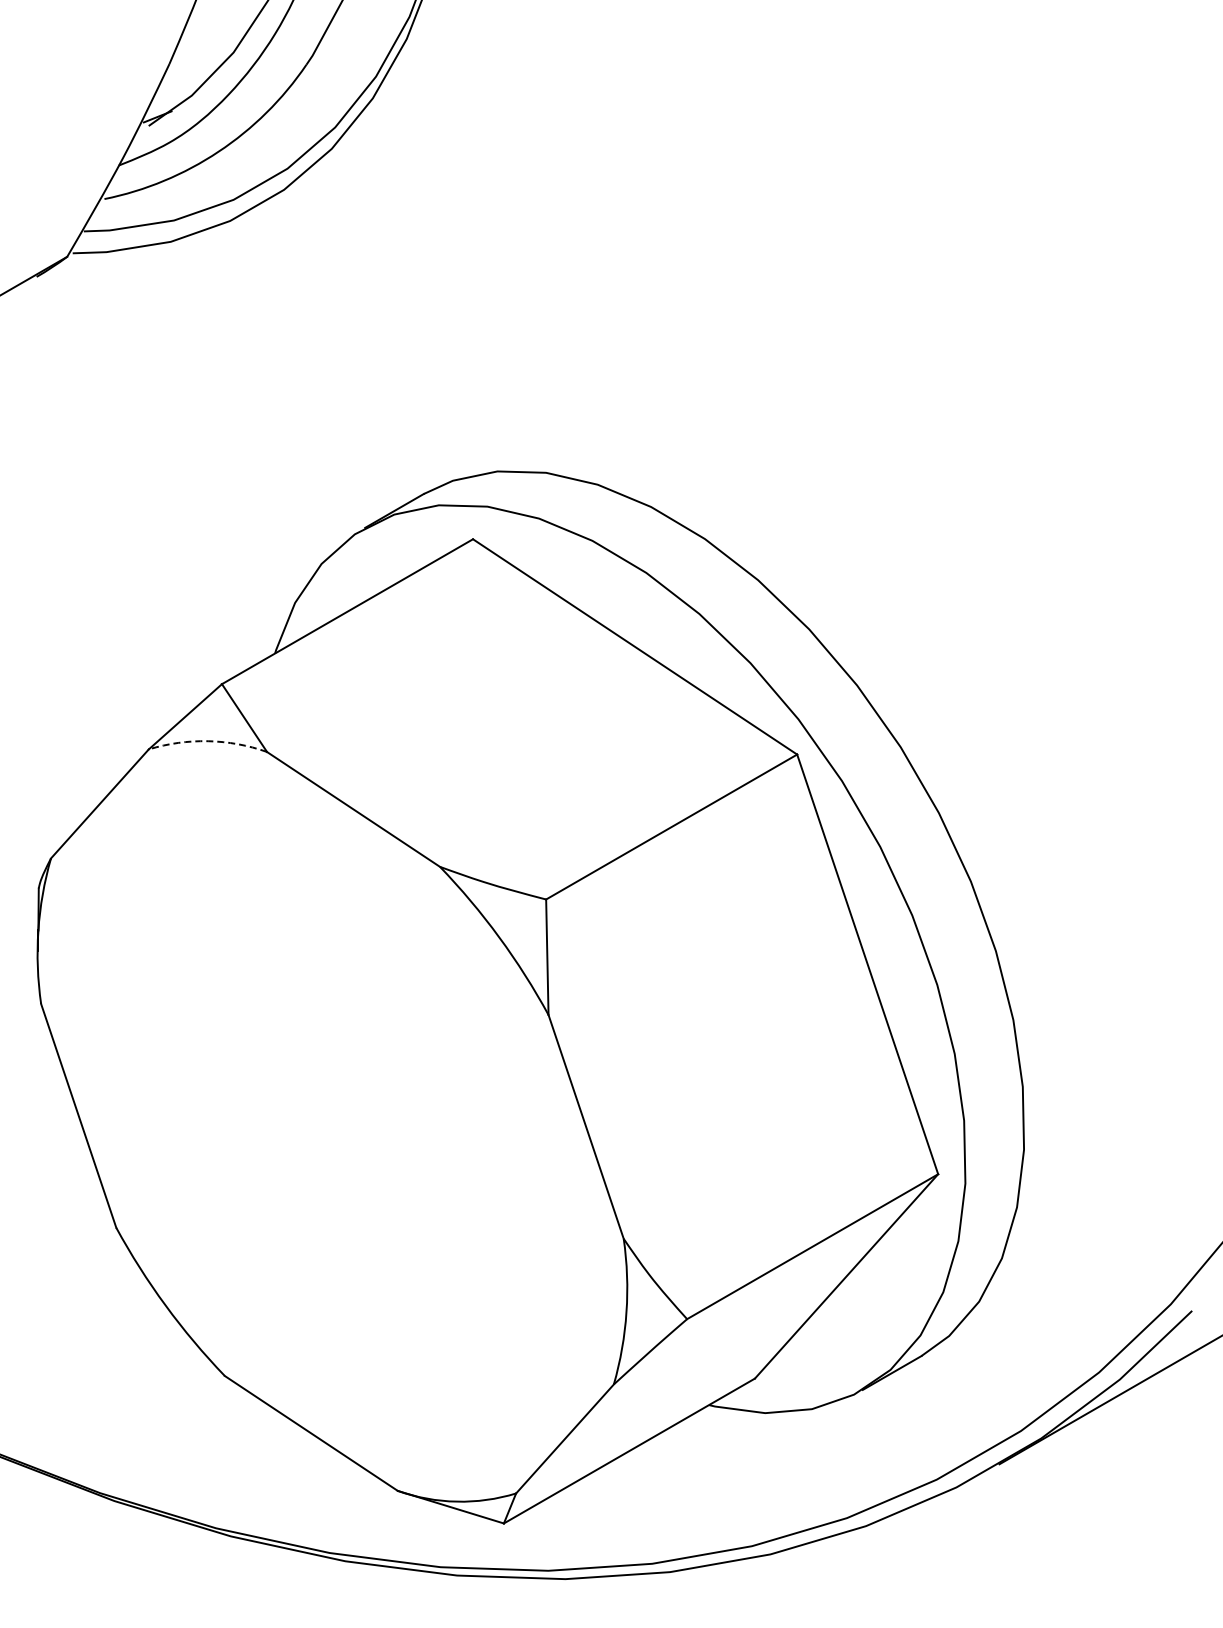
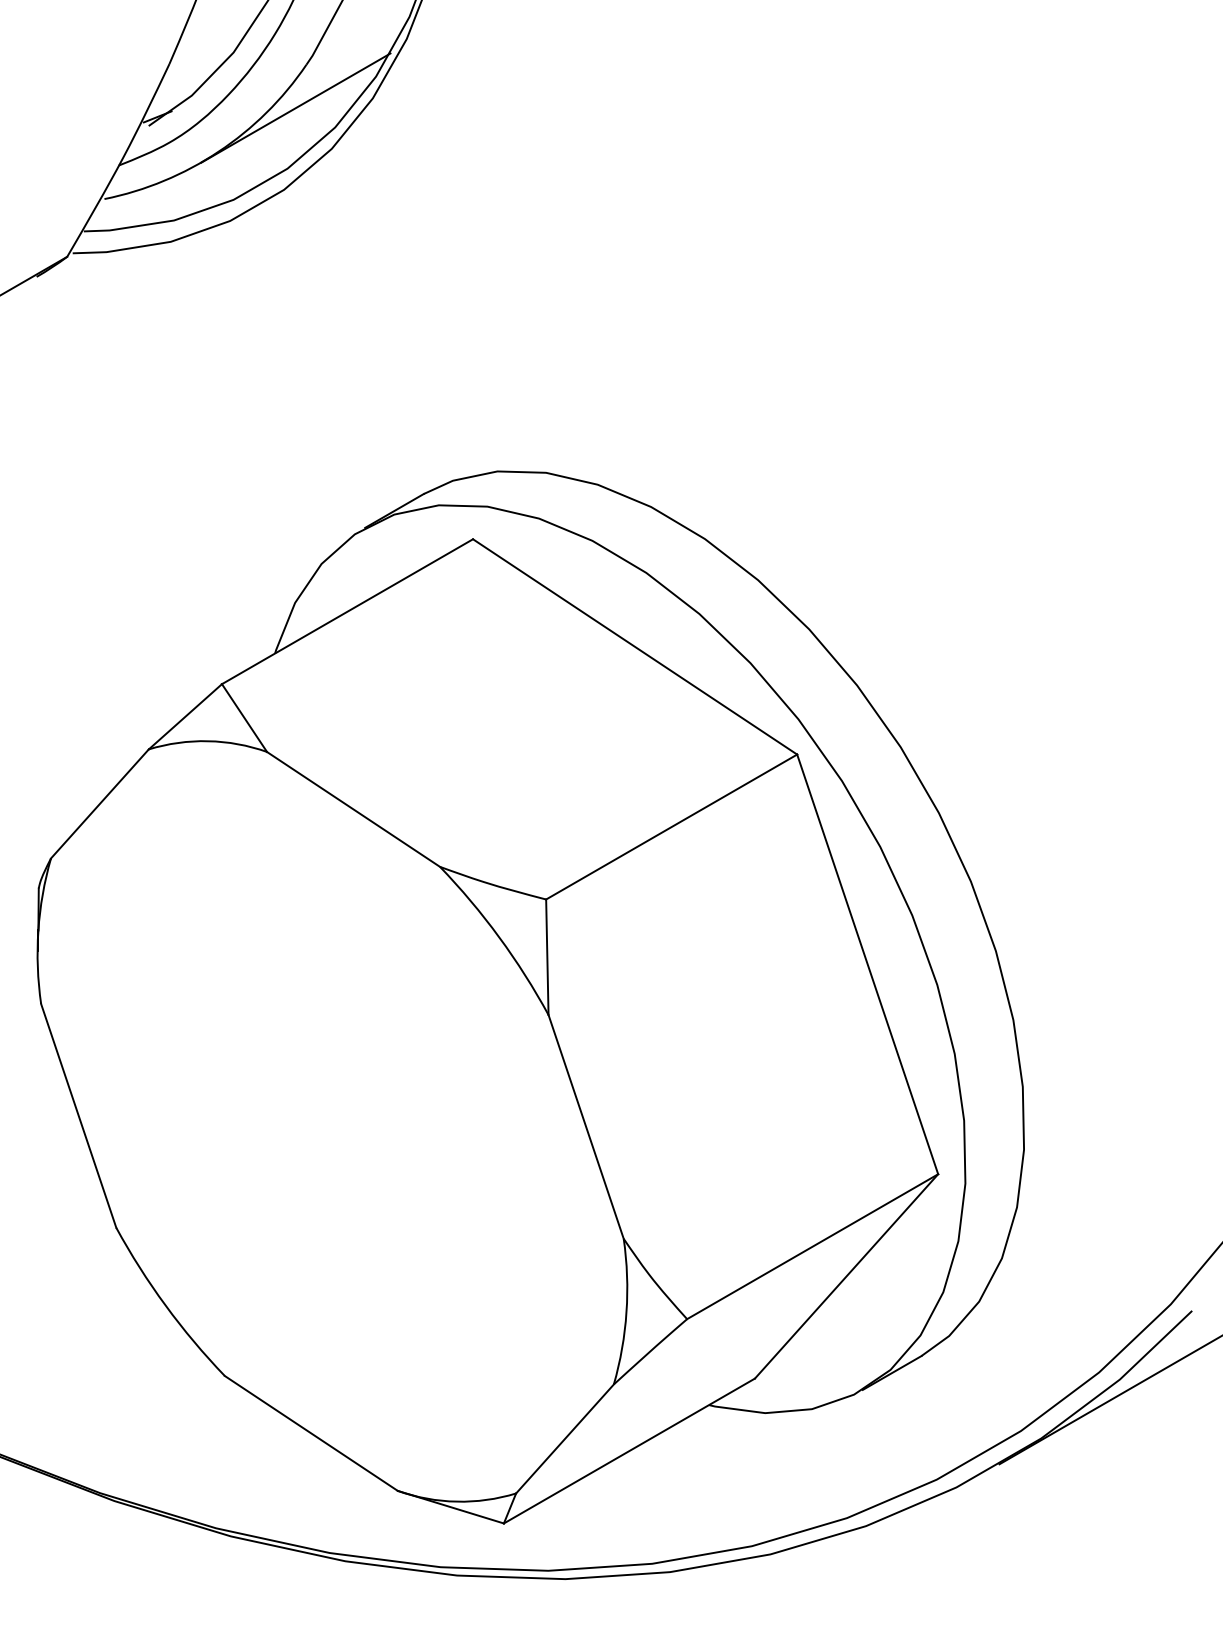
line at (295, 107): none -> present
arc at (208, 741): dashed -> solid
